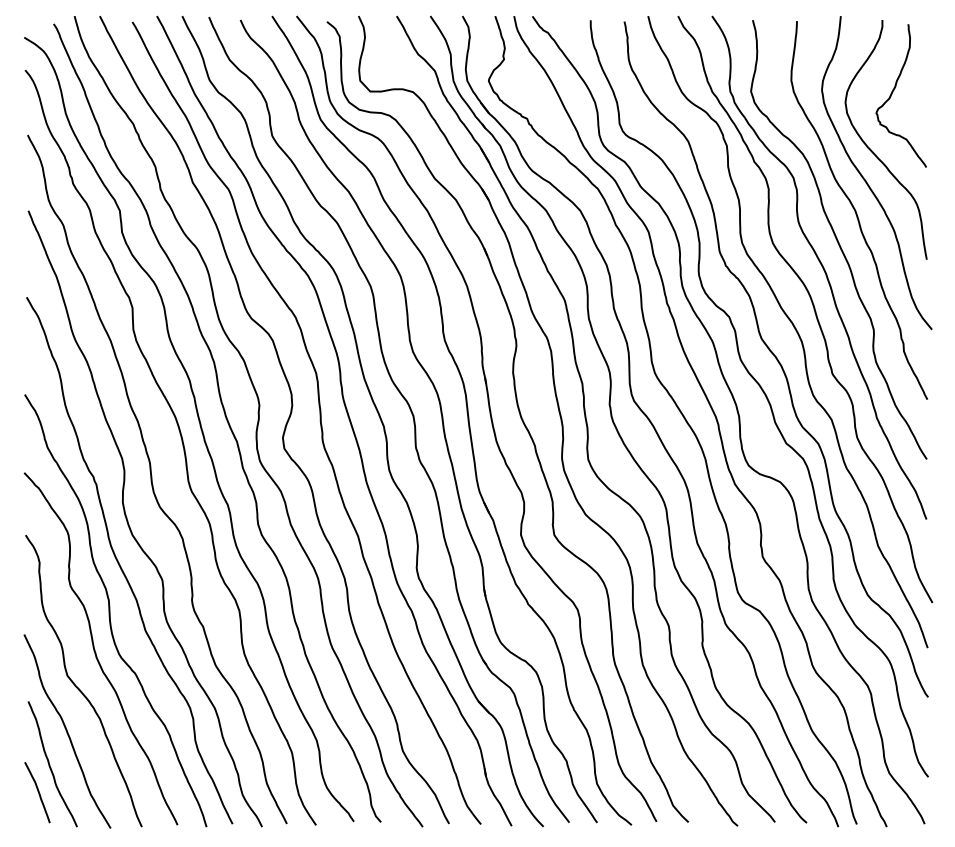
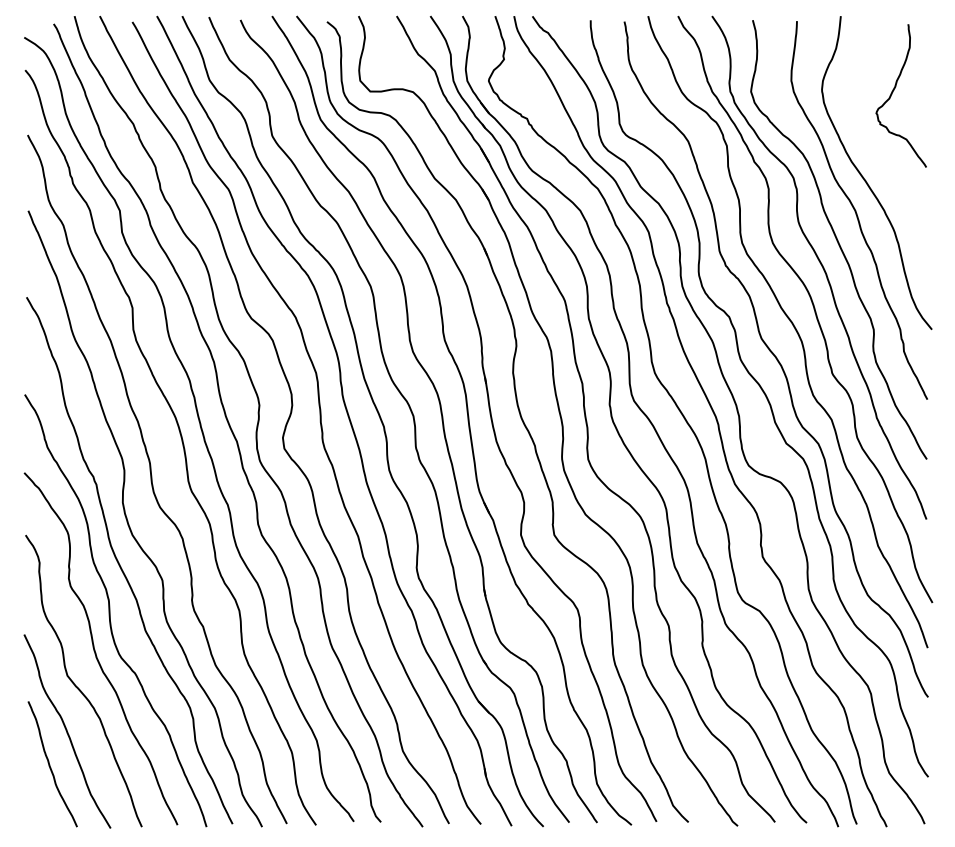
curve at (873, 151): present -> none
curve at (37, 791): present -> none
